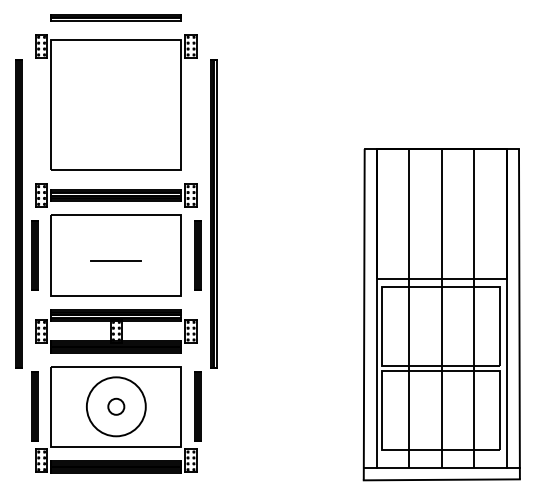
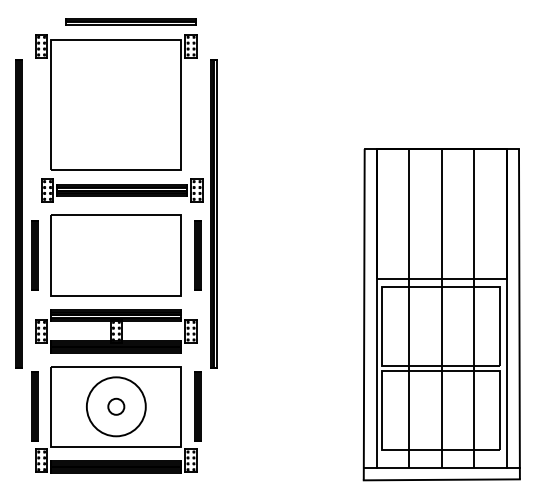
part at (115, 17) position: (115, 17) -> (130, 21)
part at (116, 195) position: (116, 195) -> (122, 190)
line at (116, 261): present -> none
